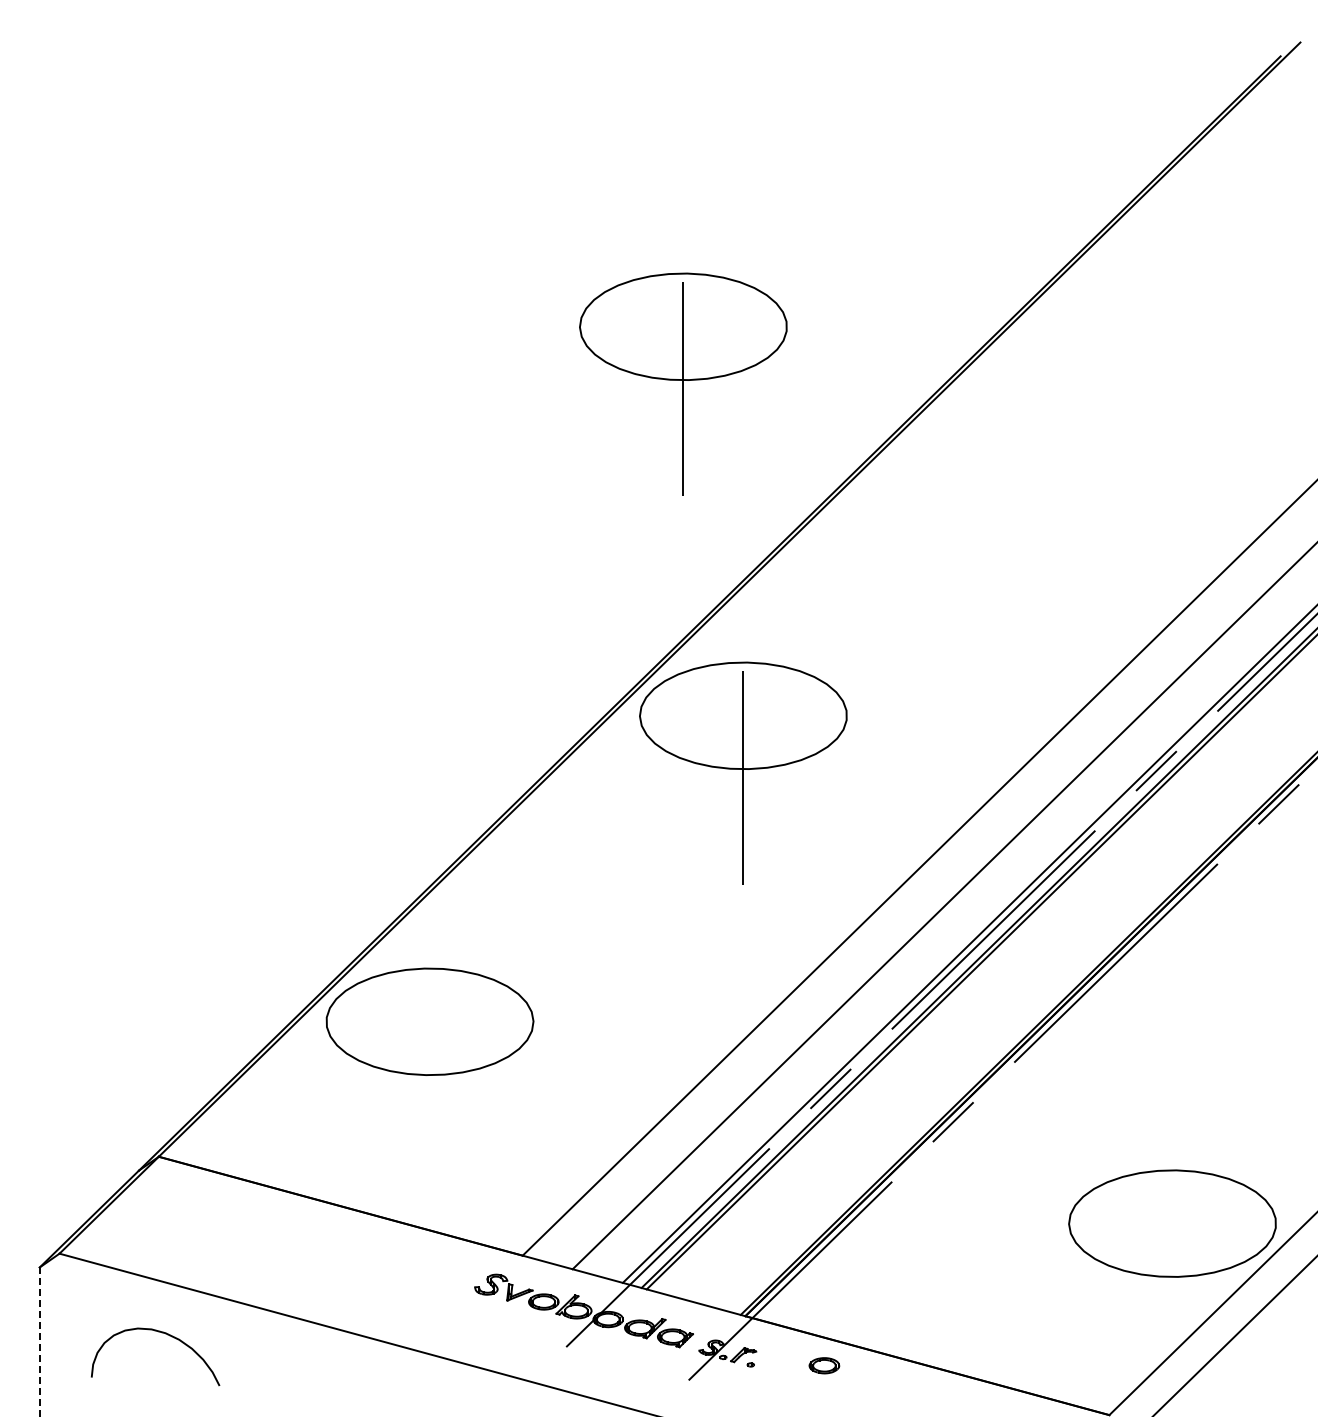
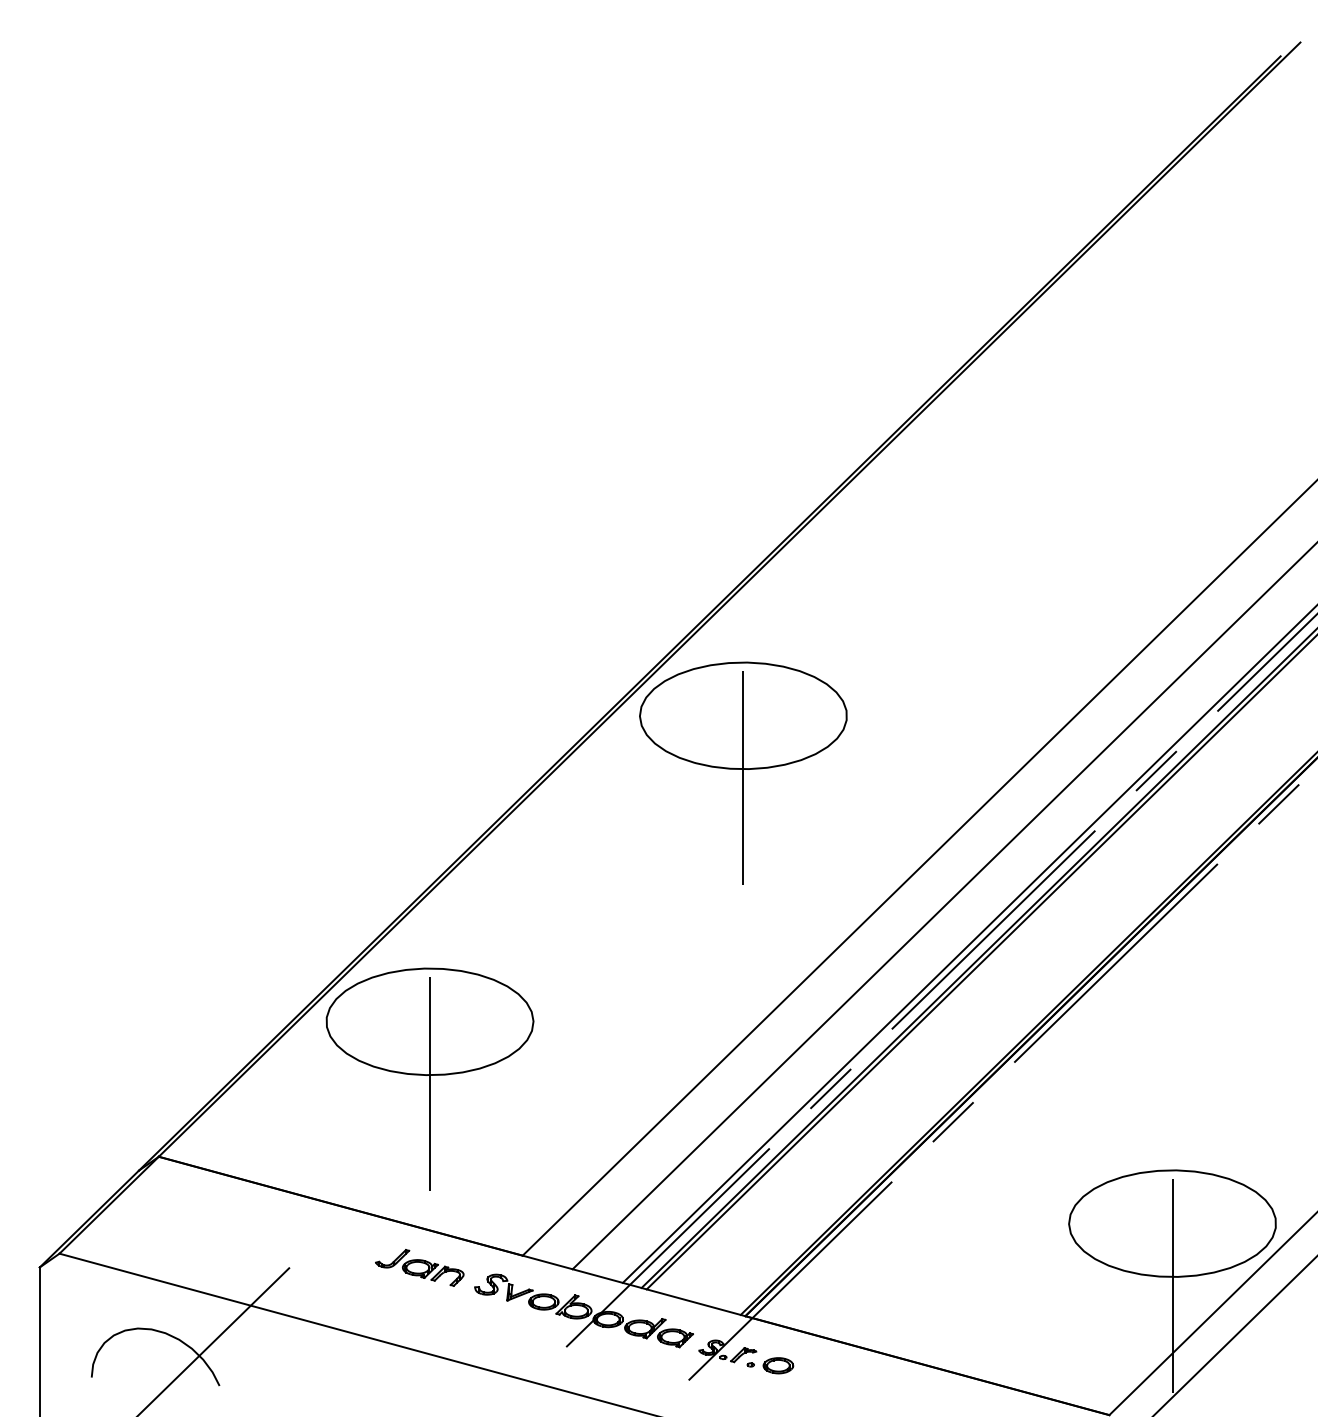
part at (683, 383): present -> none
line at (429, 1084): none -> present
part at (419, 1267): none -> present
line at (1172, 1285): none -> present
line at (214, 1340): none -> present
line at (39, 1342): dashed -> solid
part at (824, 1365) position: (824, 1365) -> (778, 1365)
